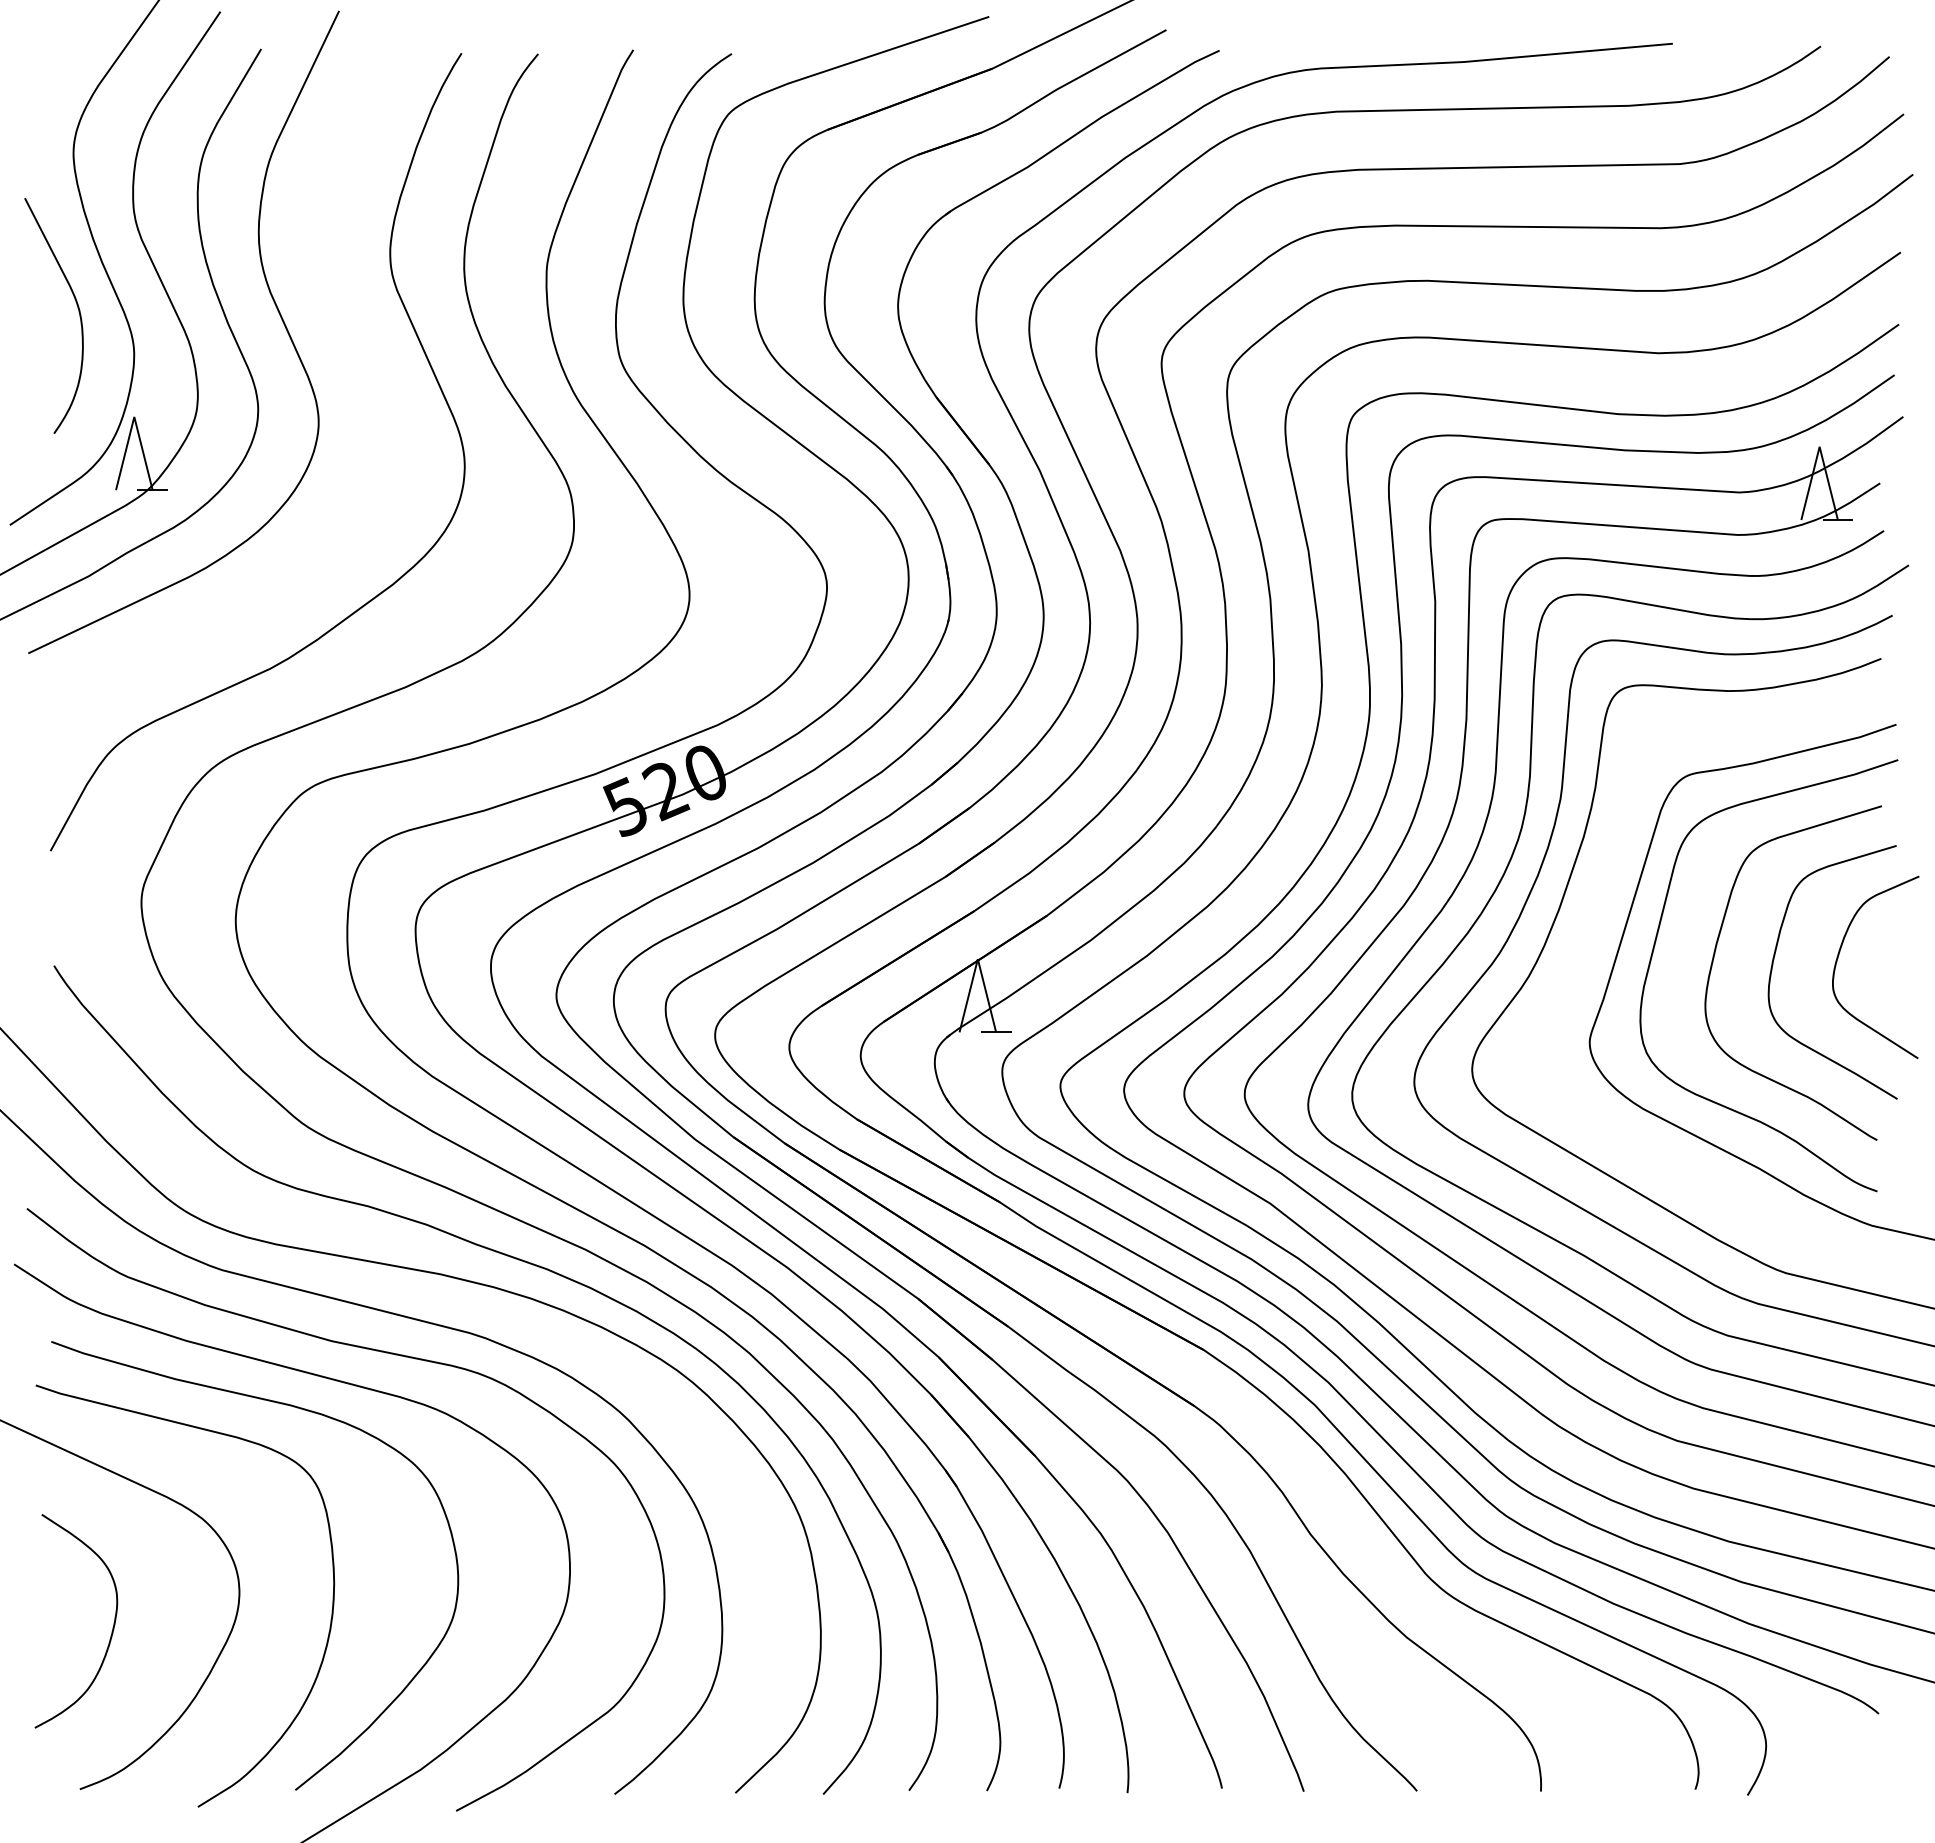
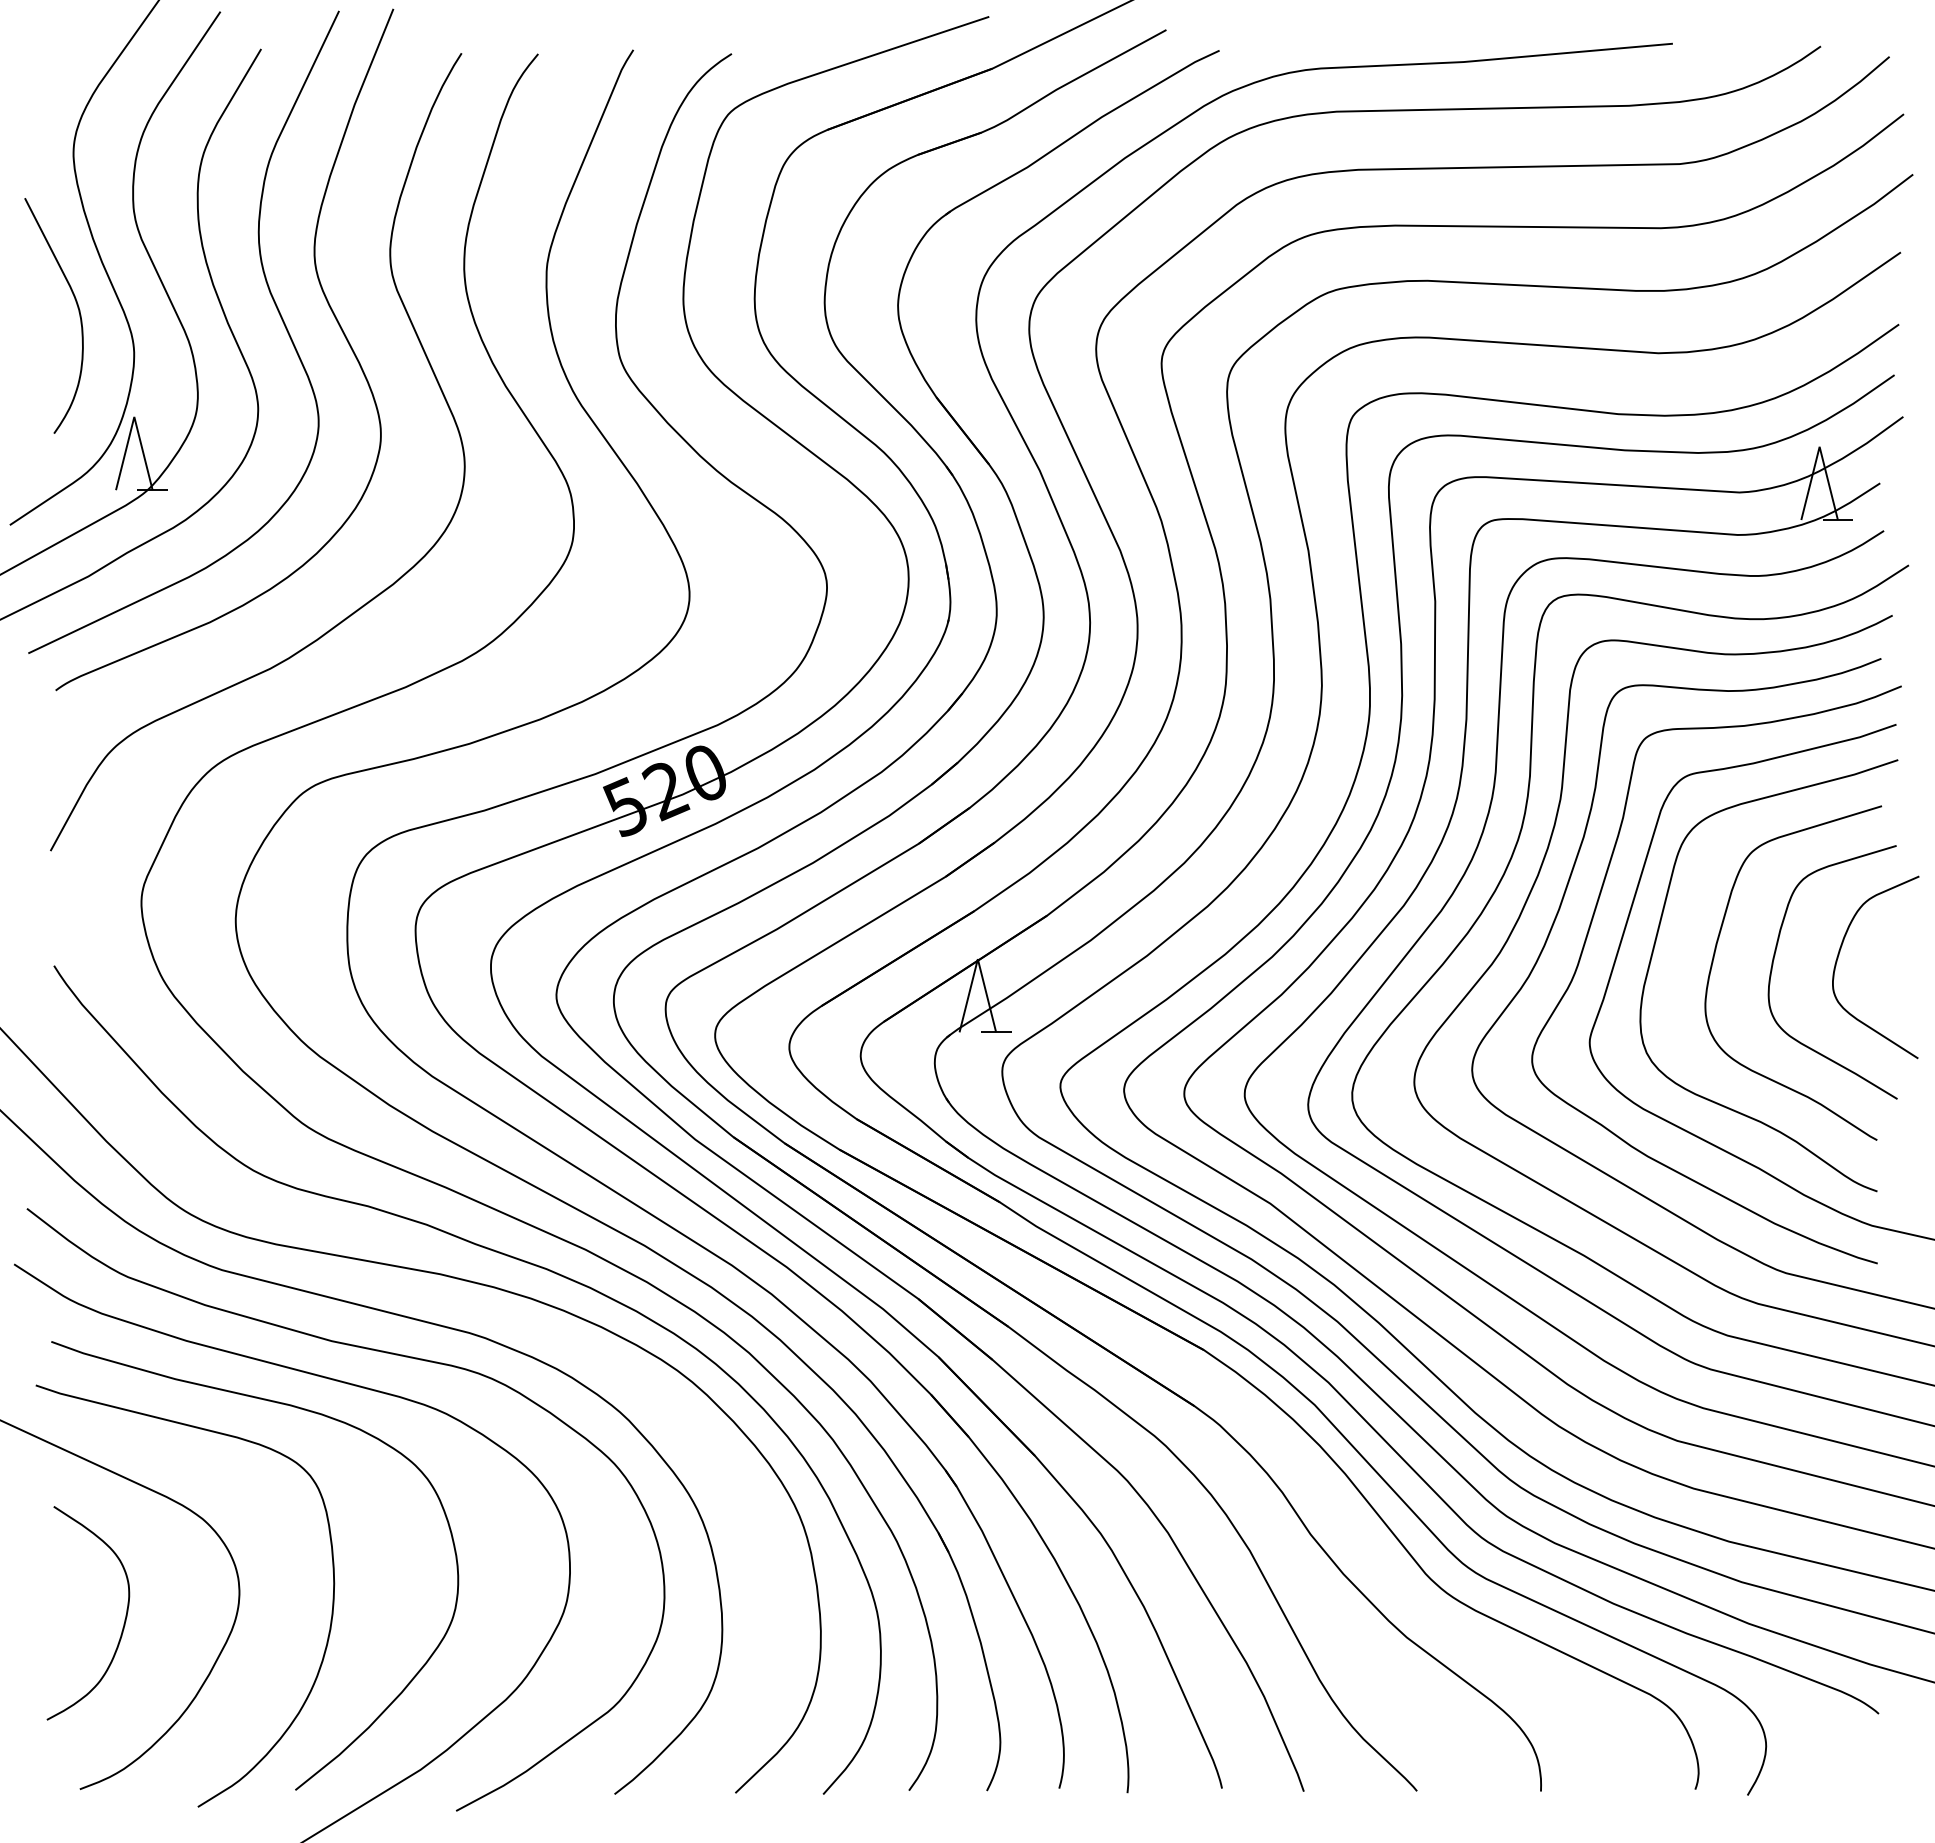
curve at (325, 299): none -> present
curve at (1588, 935): none -> present
curve at (111, 1631) position: (111, 1631) -> (123, 1623)
